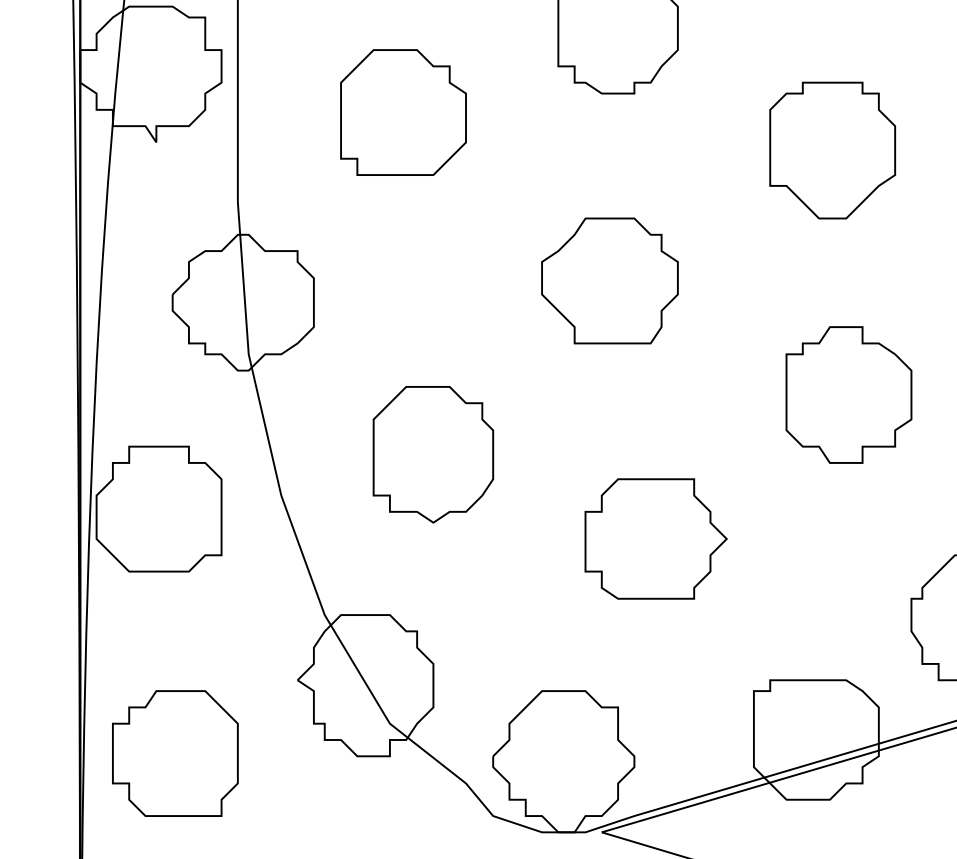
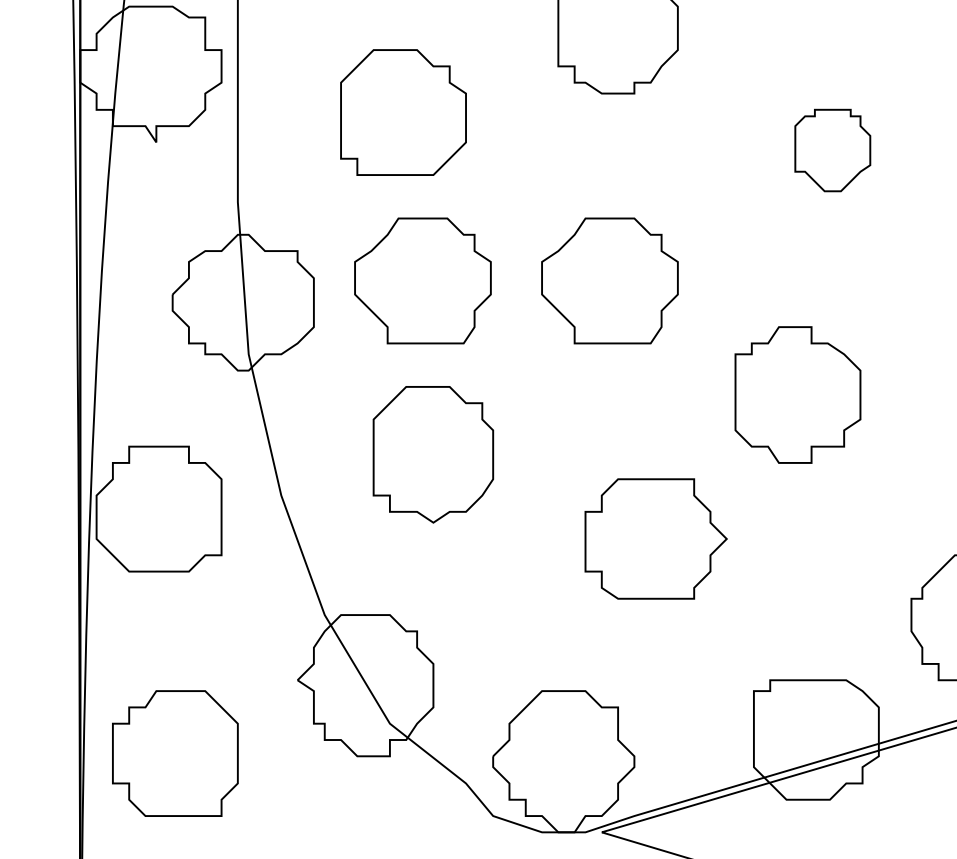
part at (832, 150) size: 128x139 px -> 78x85 px
part at (422, 280): none -> present
part at (848, 394) position: (848, 394) -> (797, 394)
